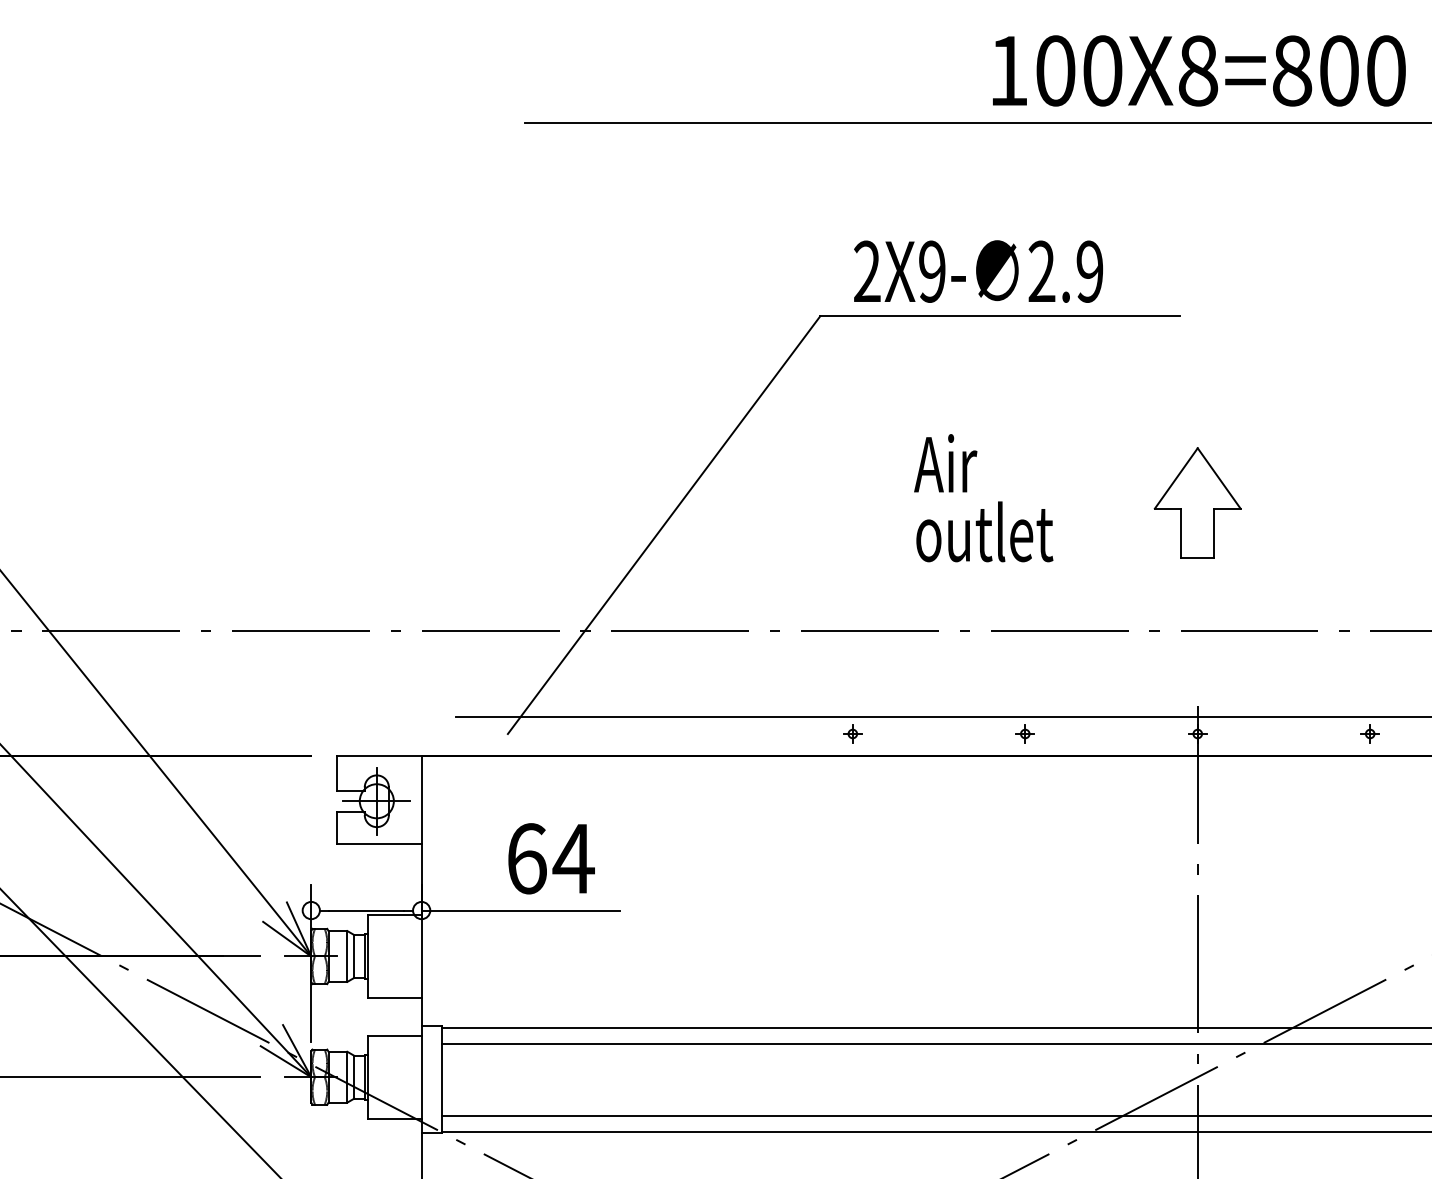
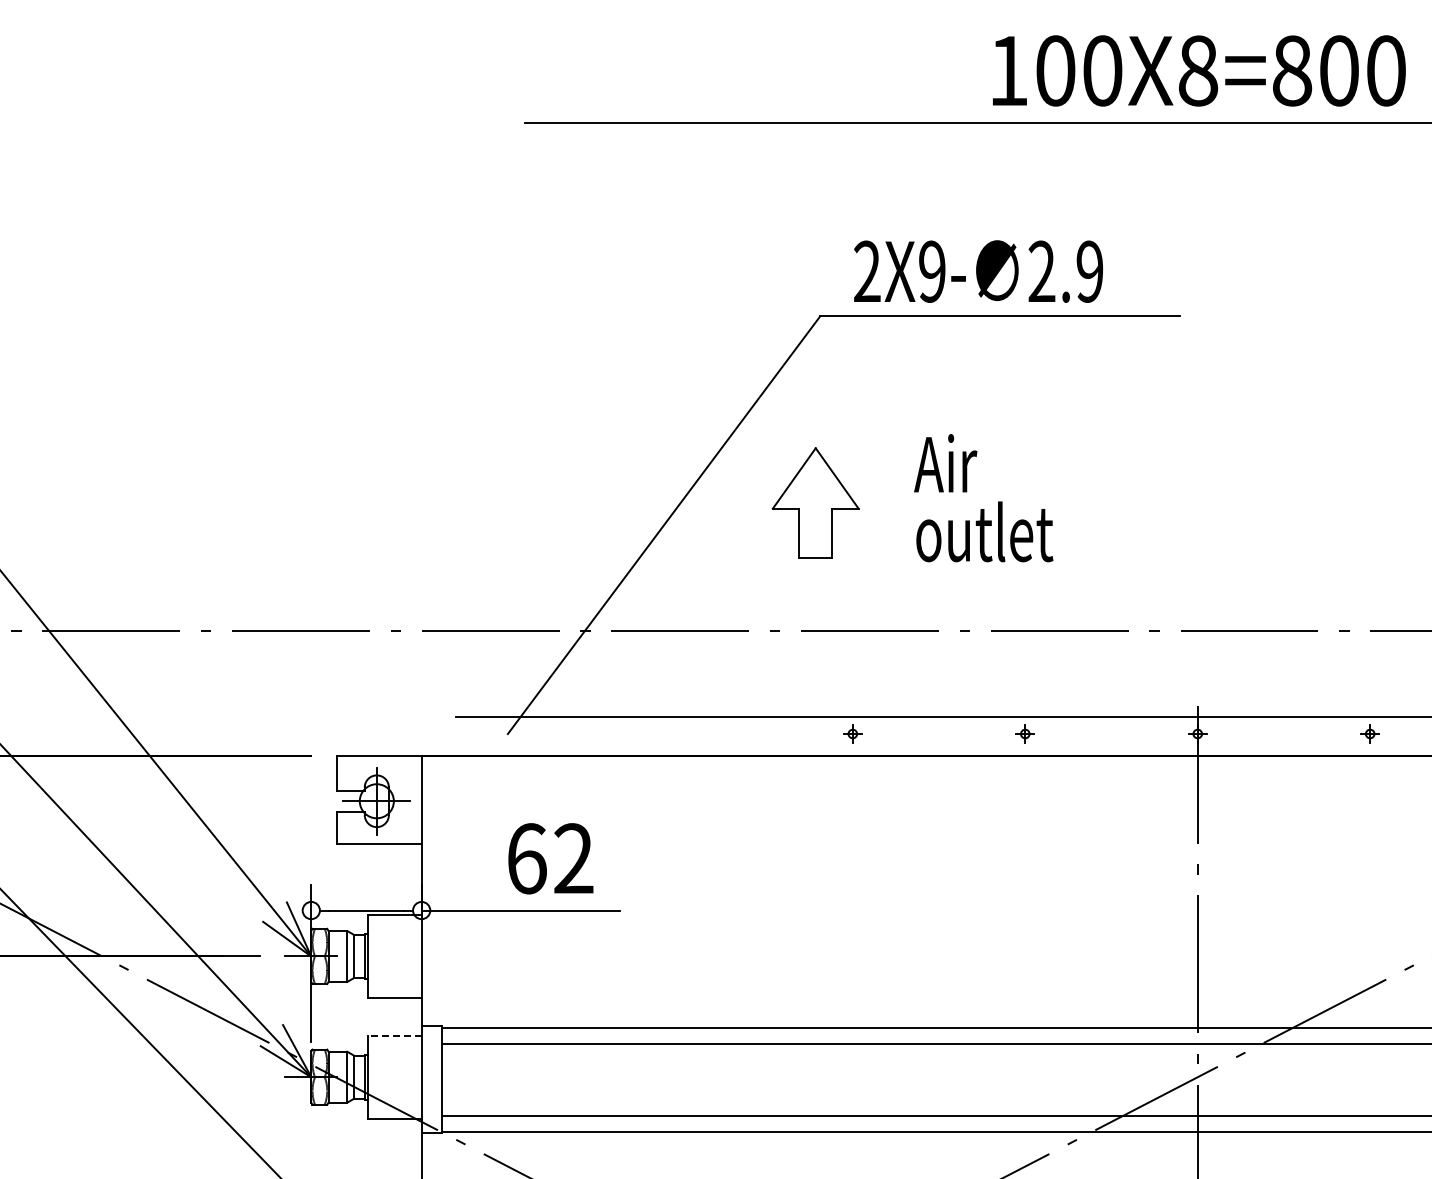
part at (1197, 502) position: (1197, 502) -> (815, 502)
text at (573, 858): 64 -> 62
line at (394, 1035): solid -> dashed
line at (130, 1077): present -> none
